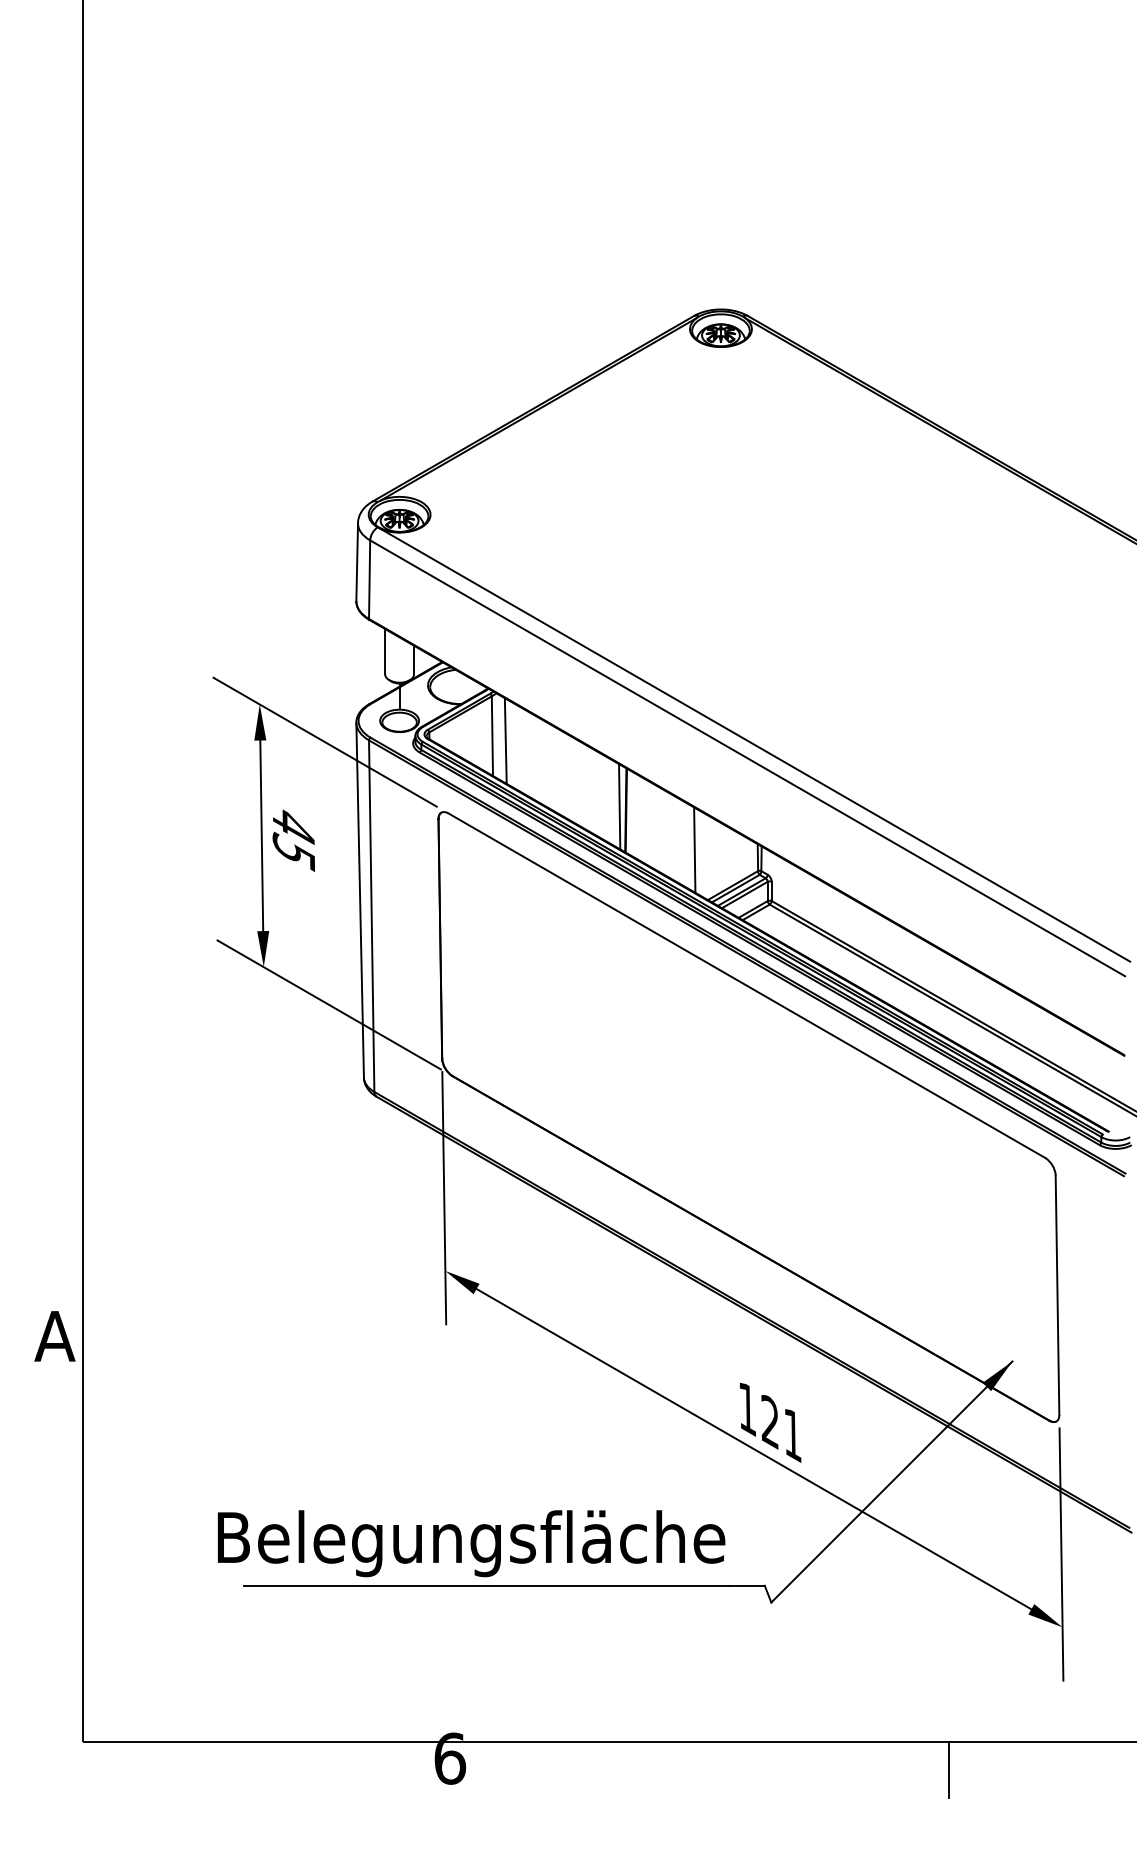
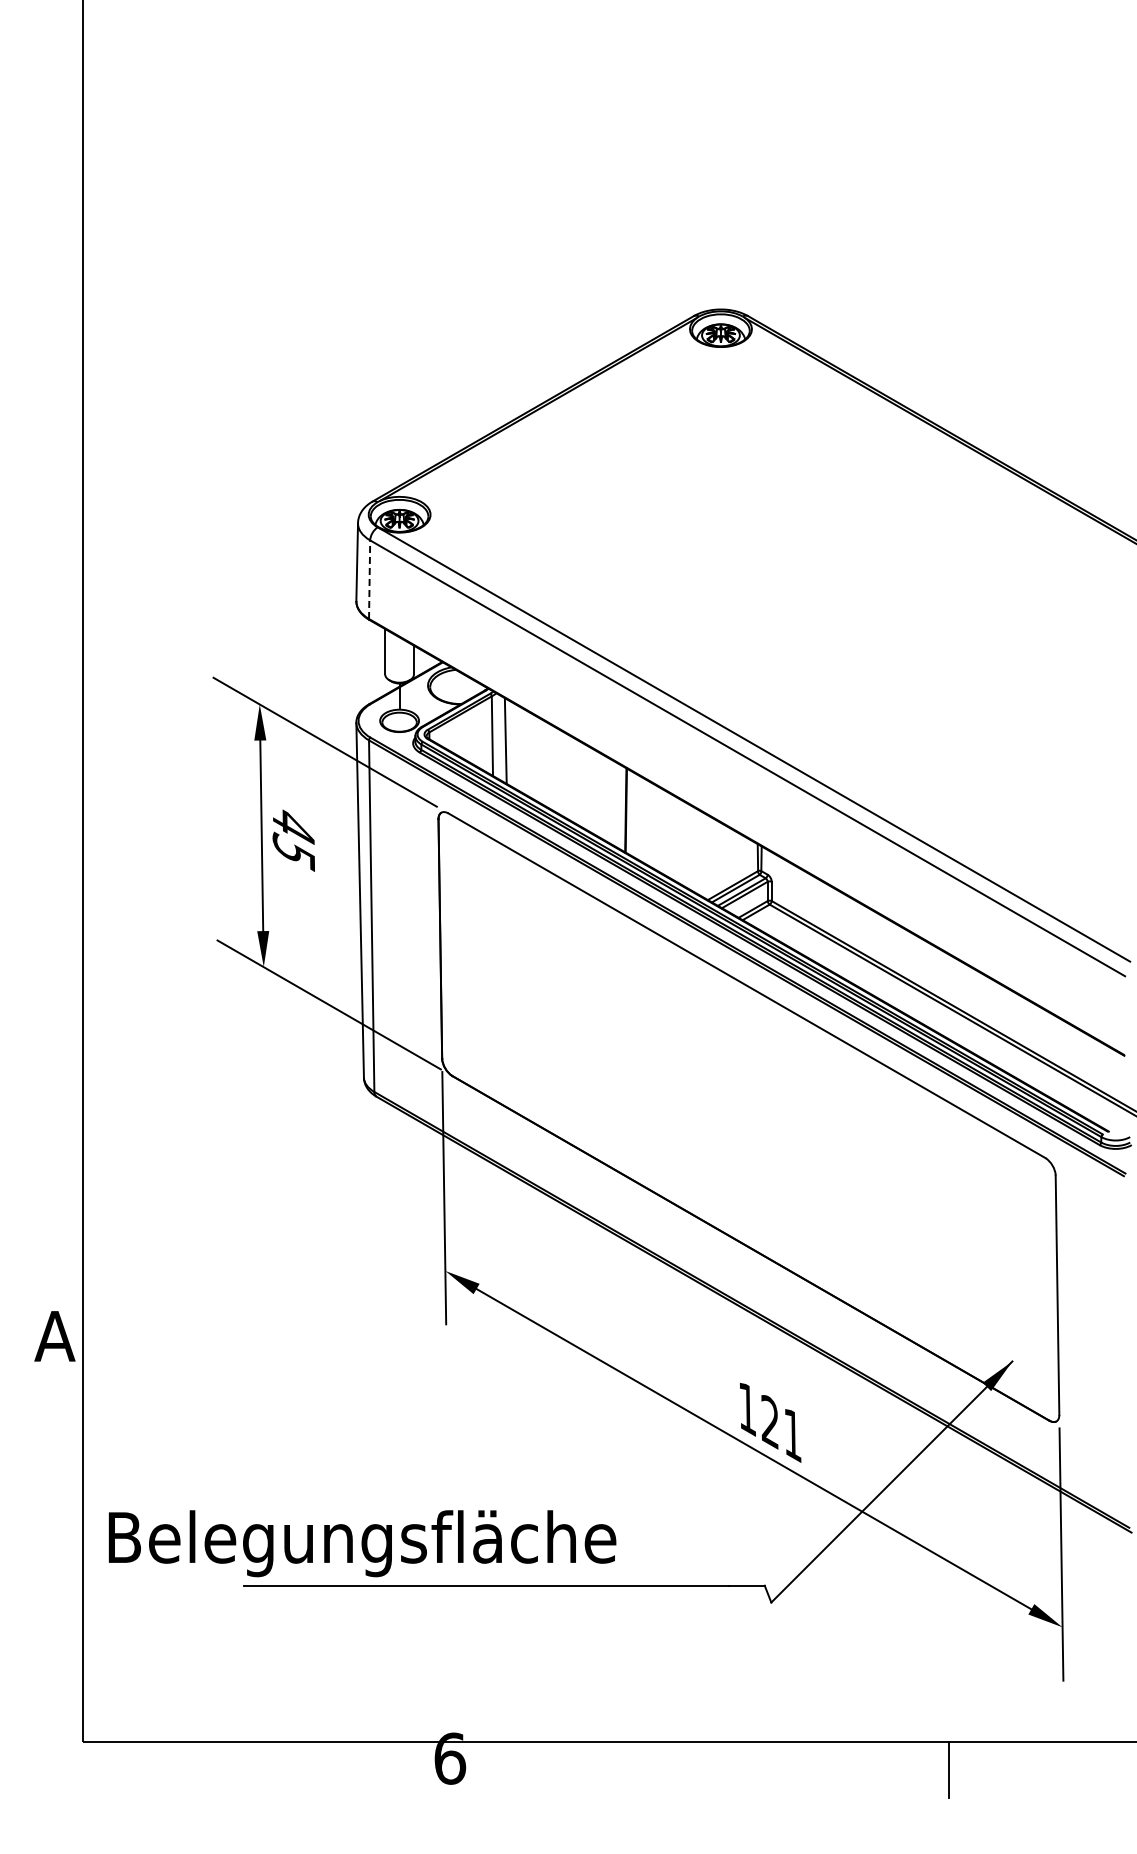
line at (369, 579): solid -> dashed
line at (619, 806): present -> none
line at (694, 849): present -> none
text at (471, 1543) position: (471, 1543) -> (362, 1543)
